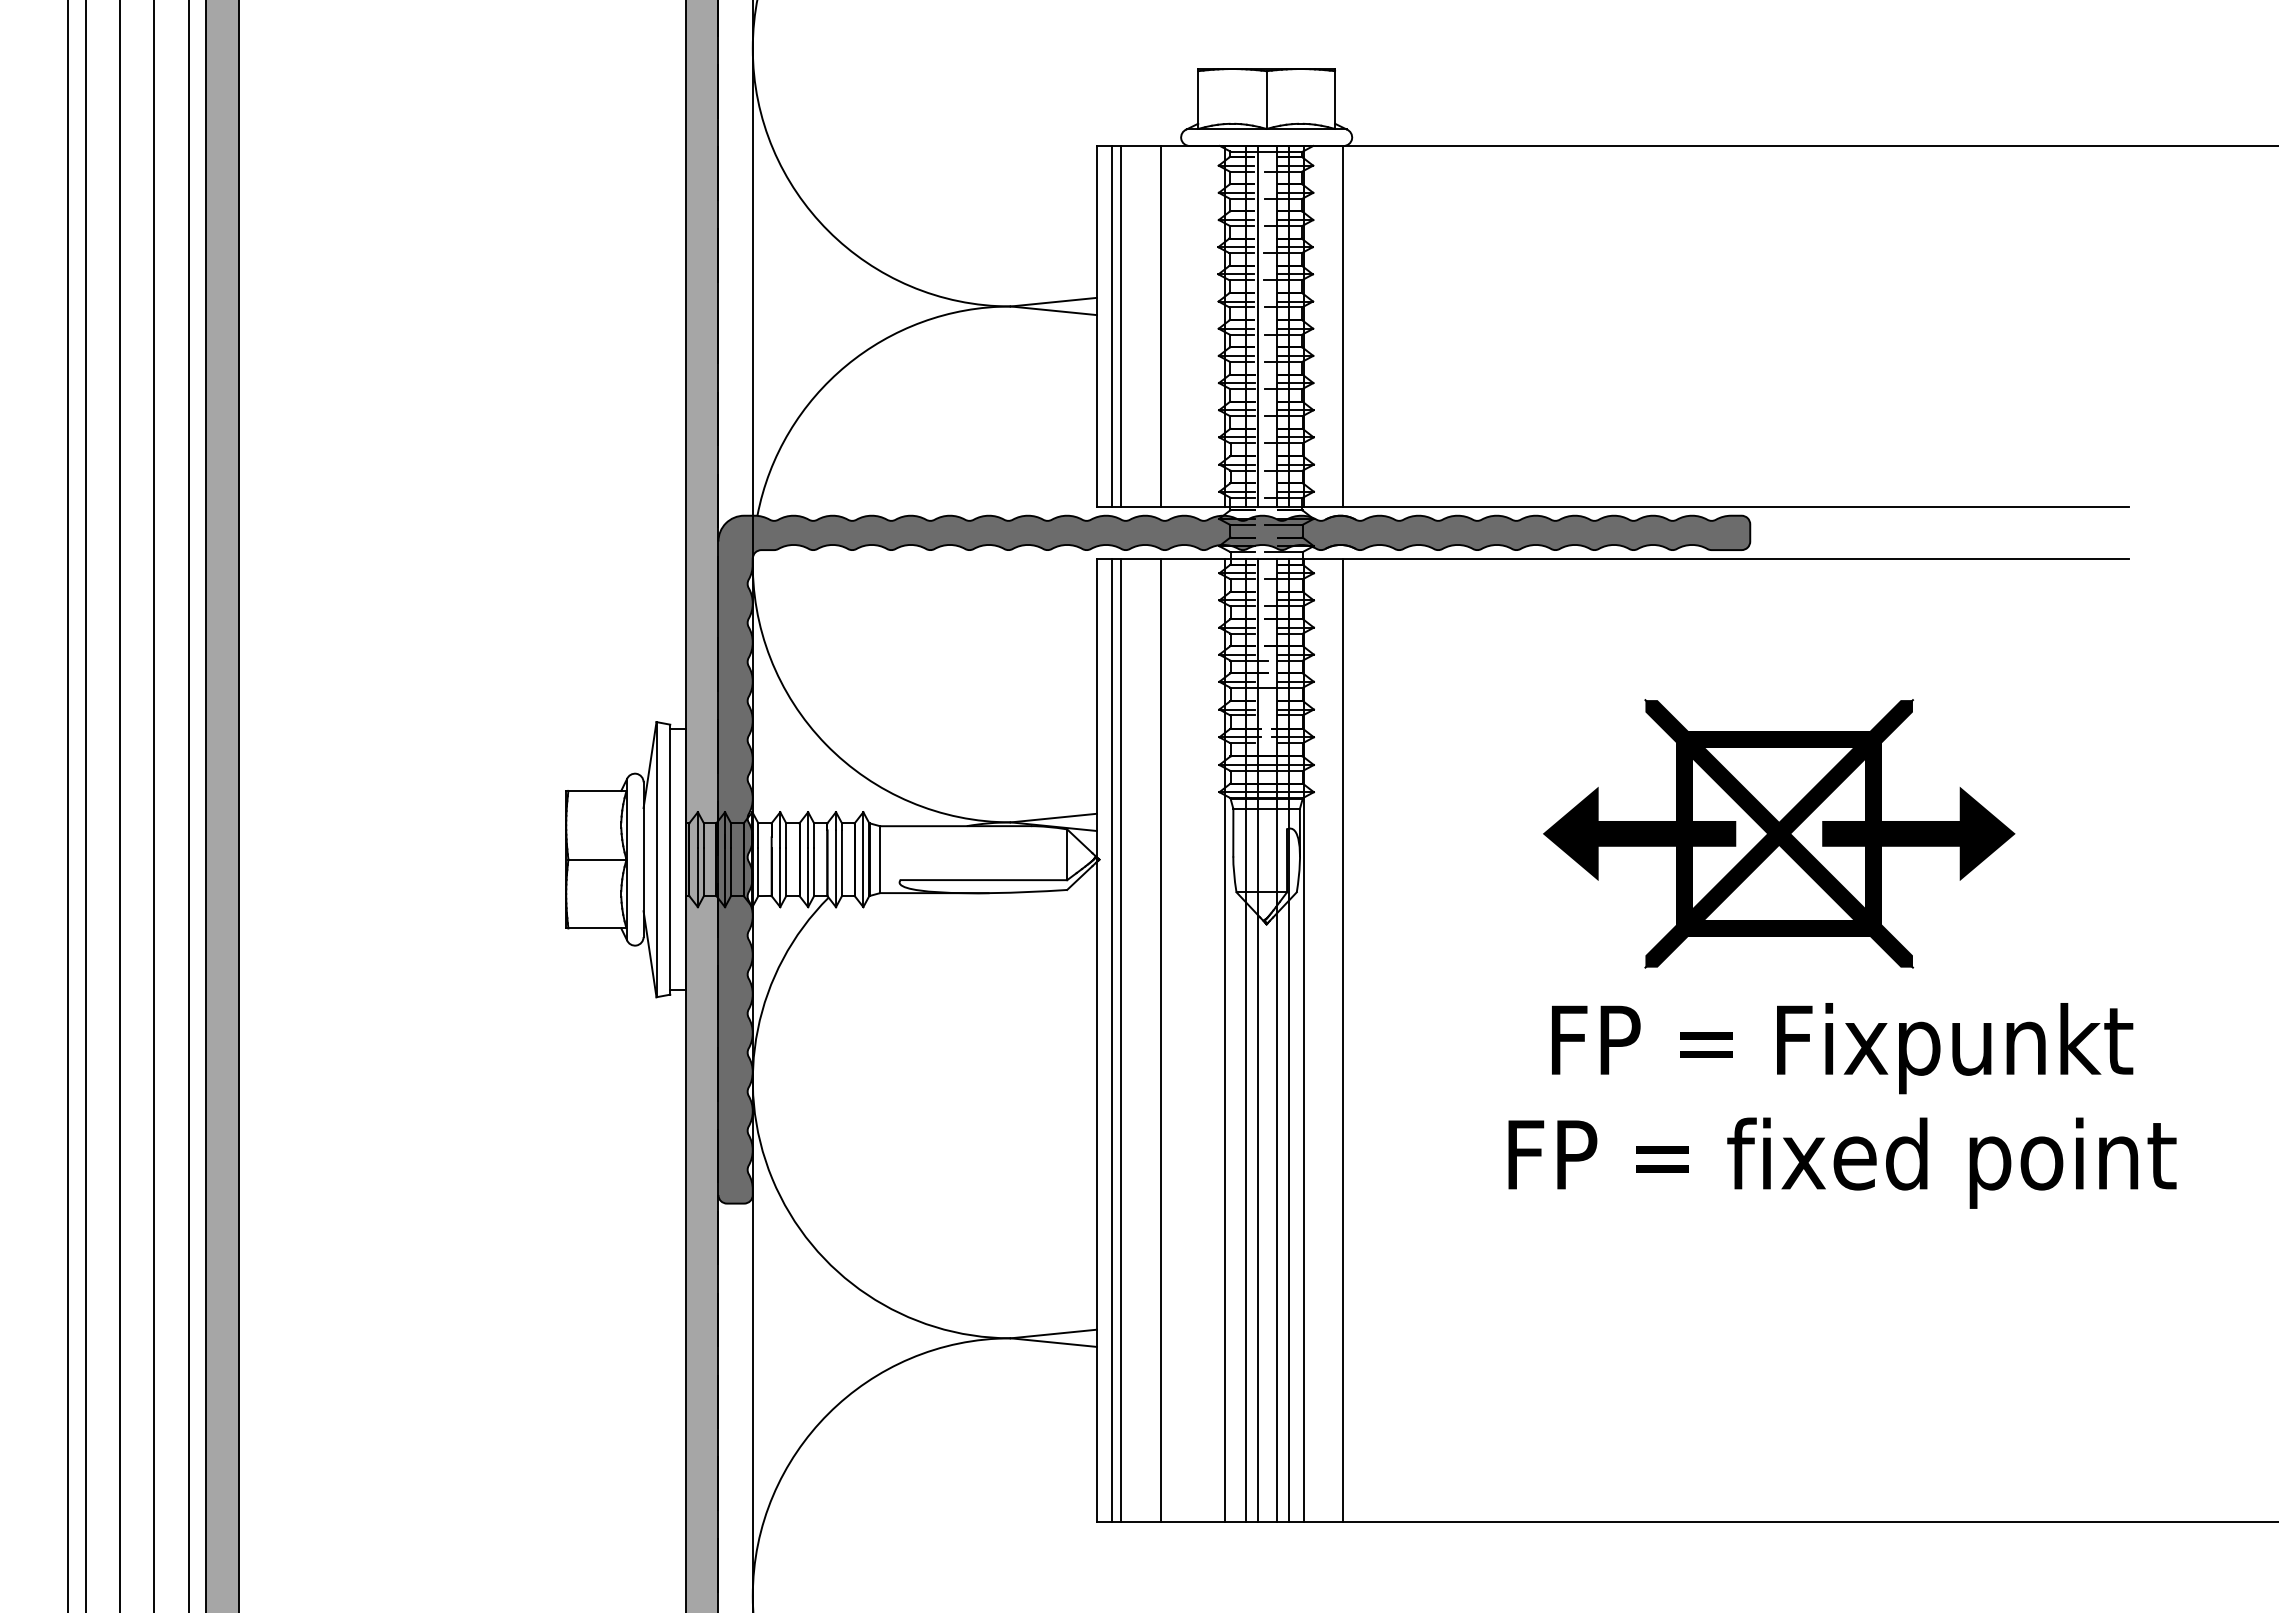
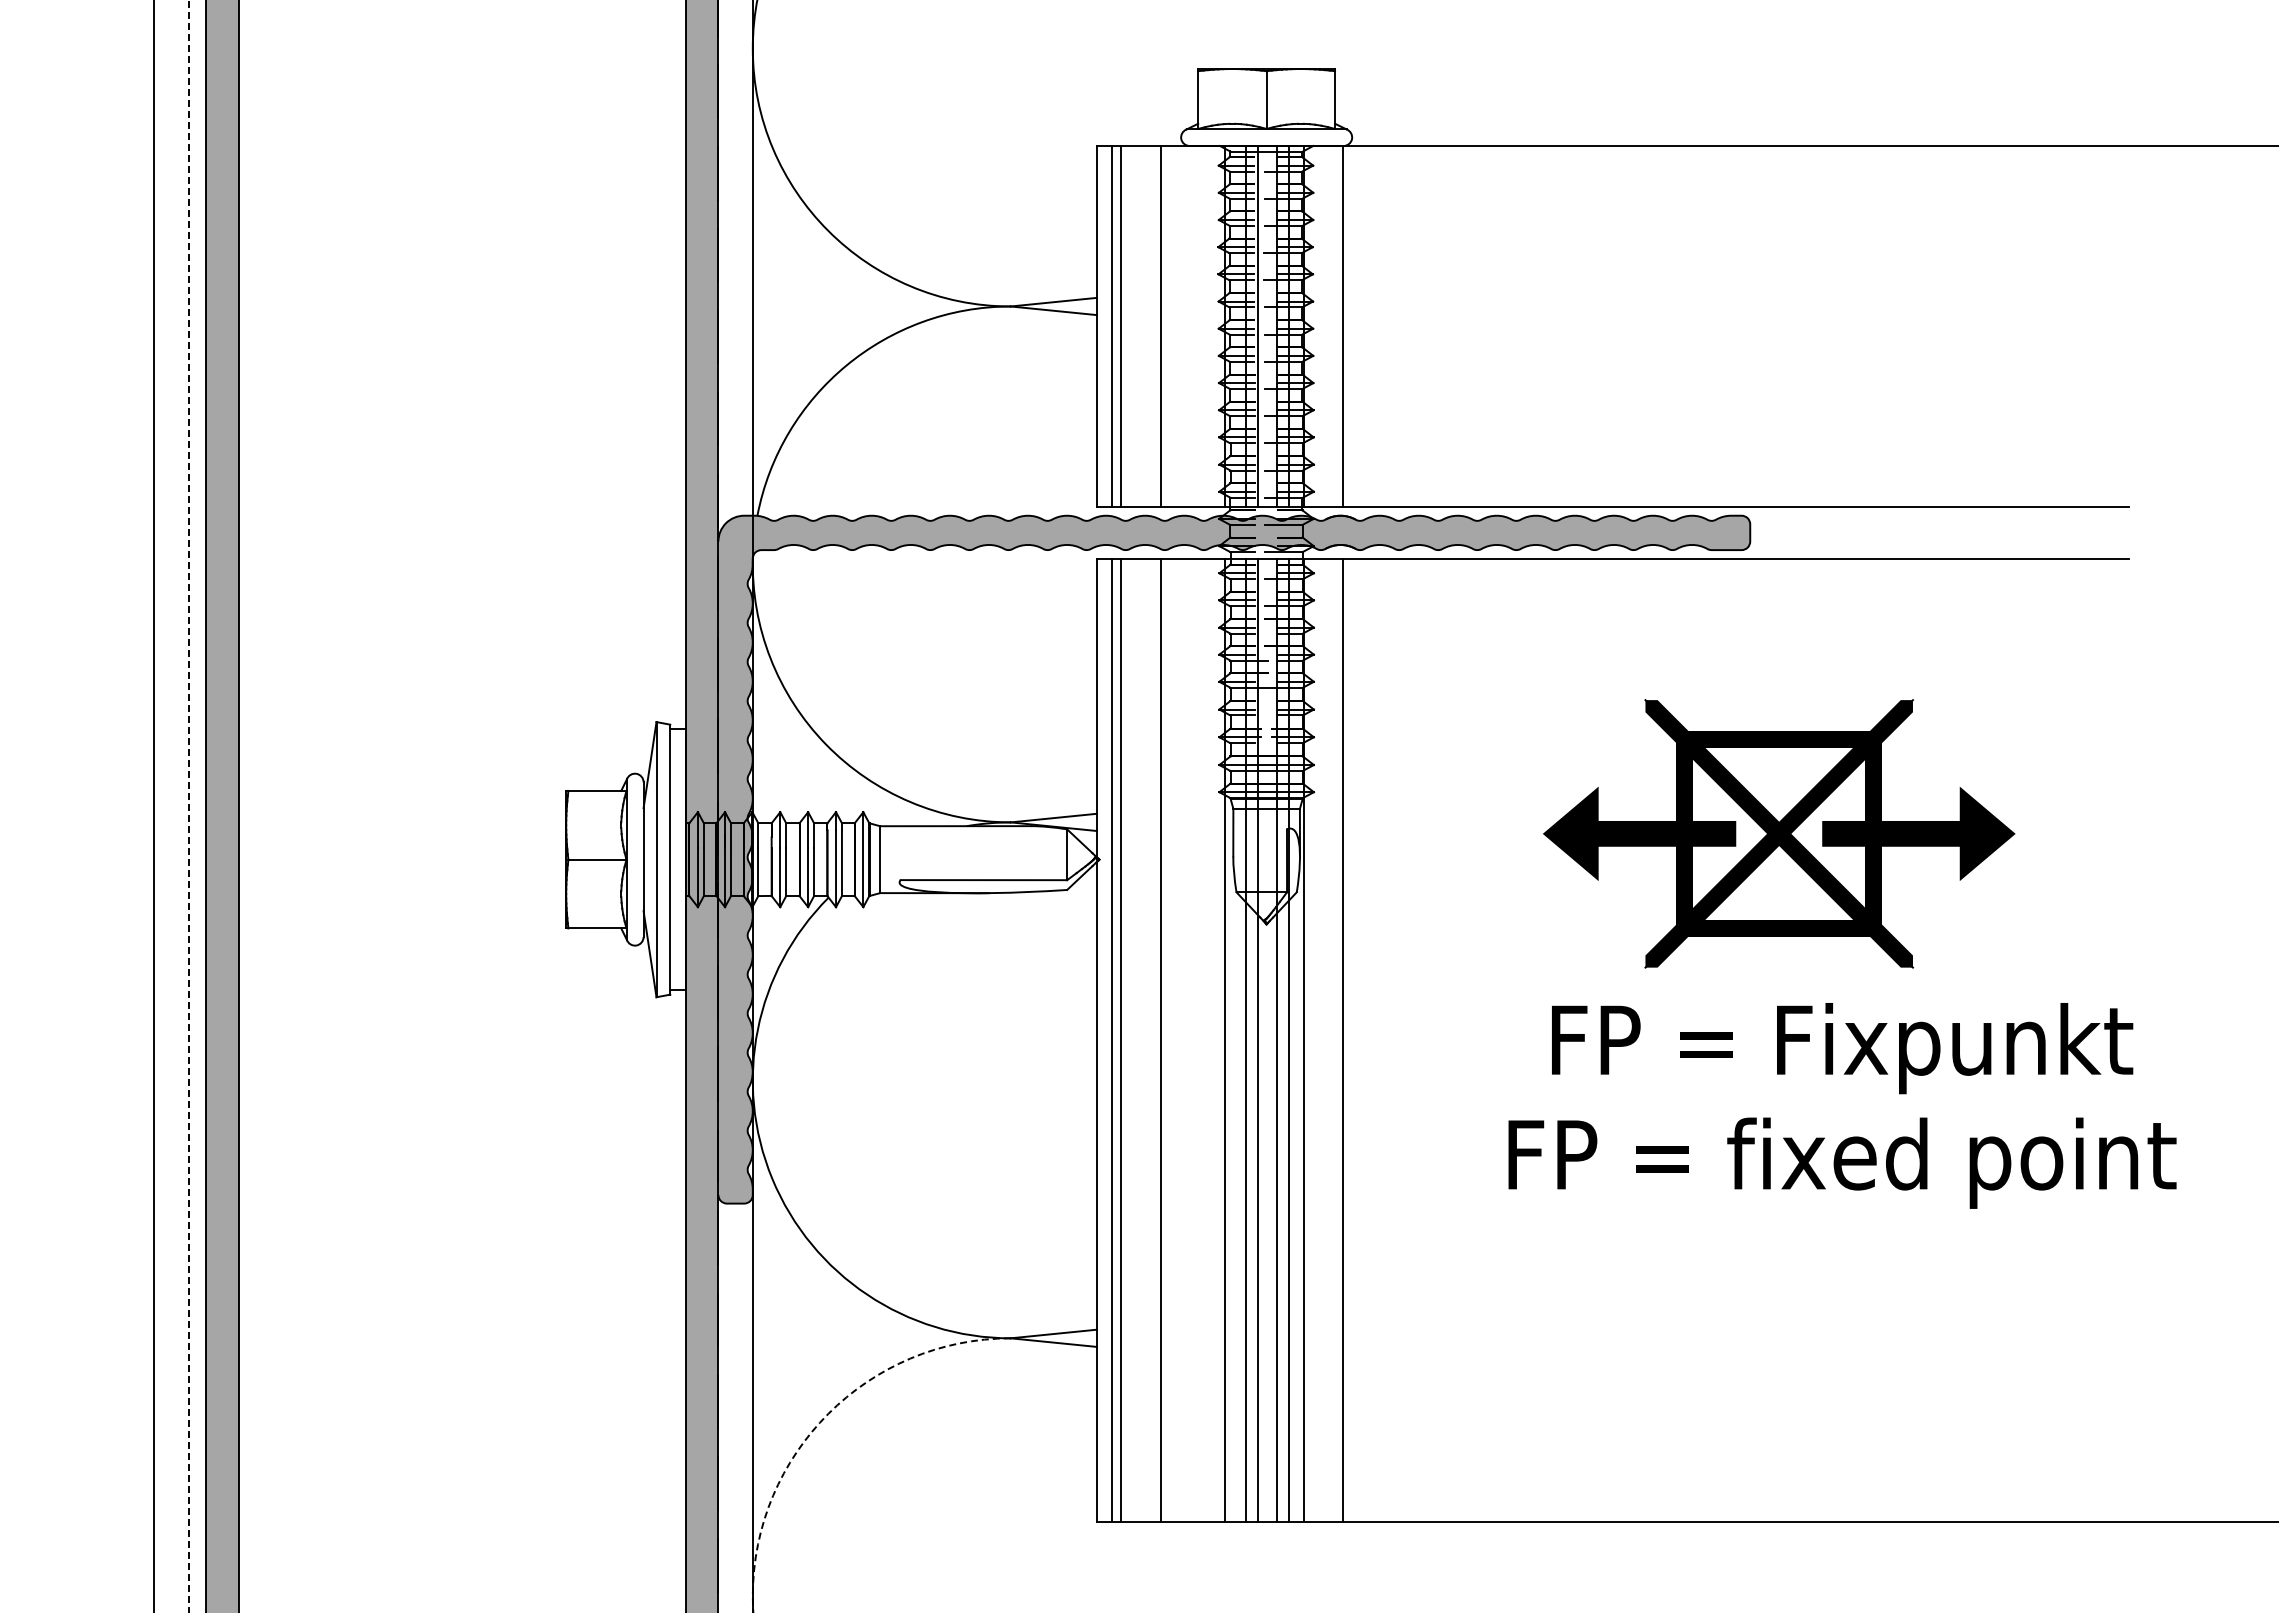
line at (68, 805): present -> none
line at (85, 805): present -> none
line at (119, 805): present -> none
line at (188, 806): solid -> dashed
fill at (1234, 859): present -> none
arc at (822, 1420): solid -> dashed
